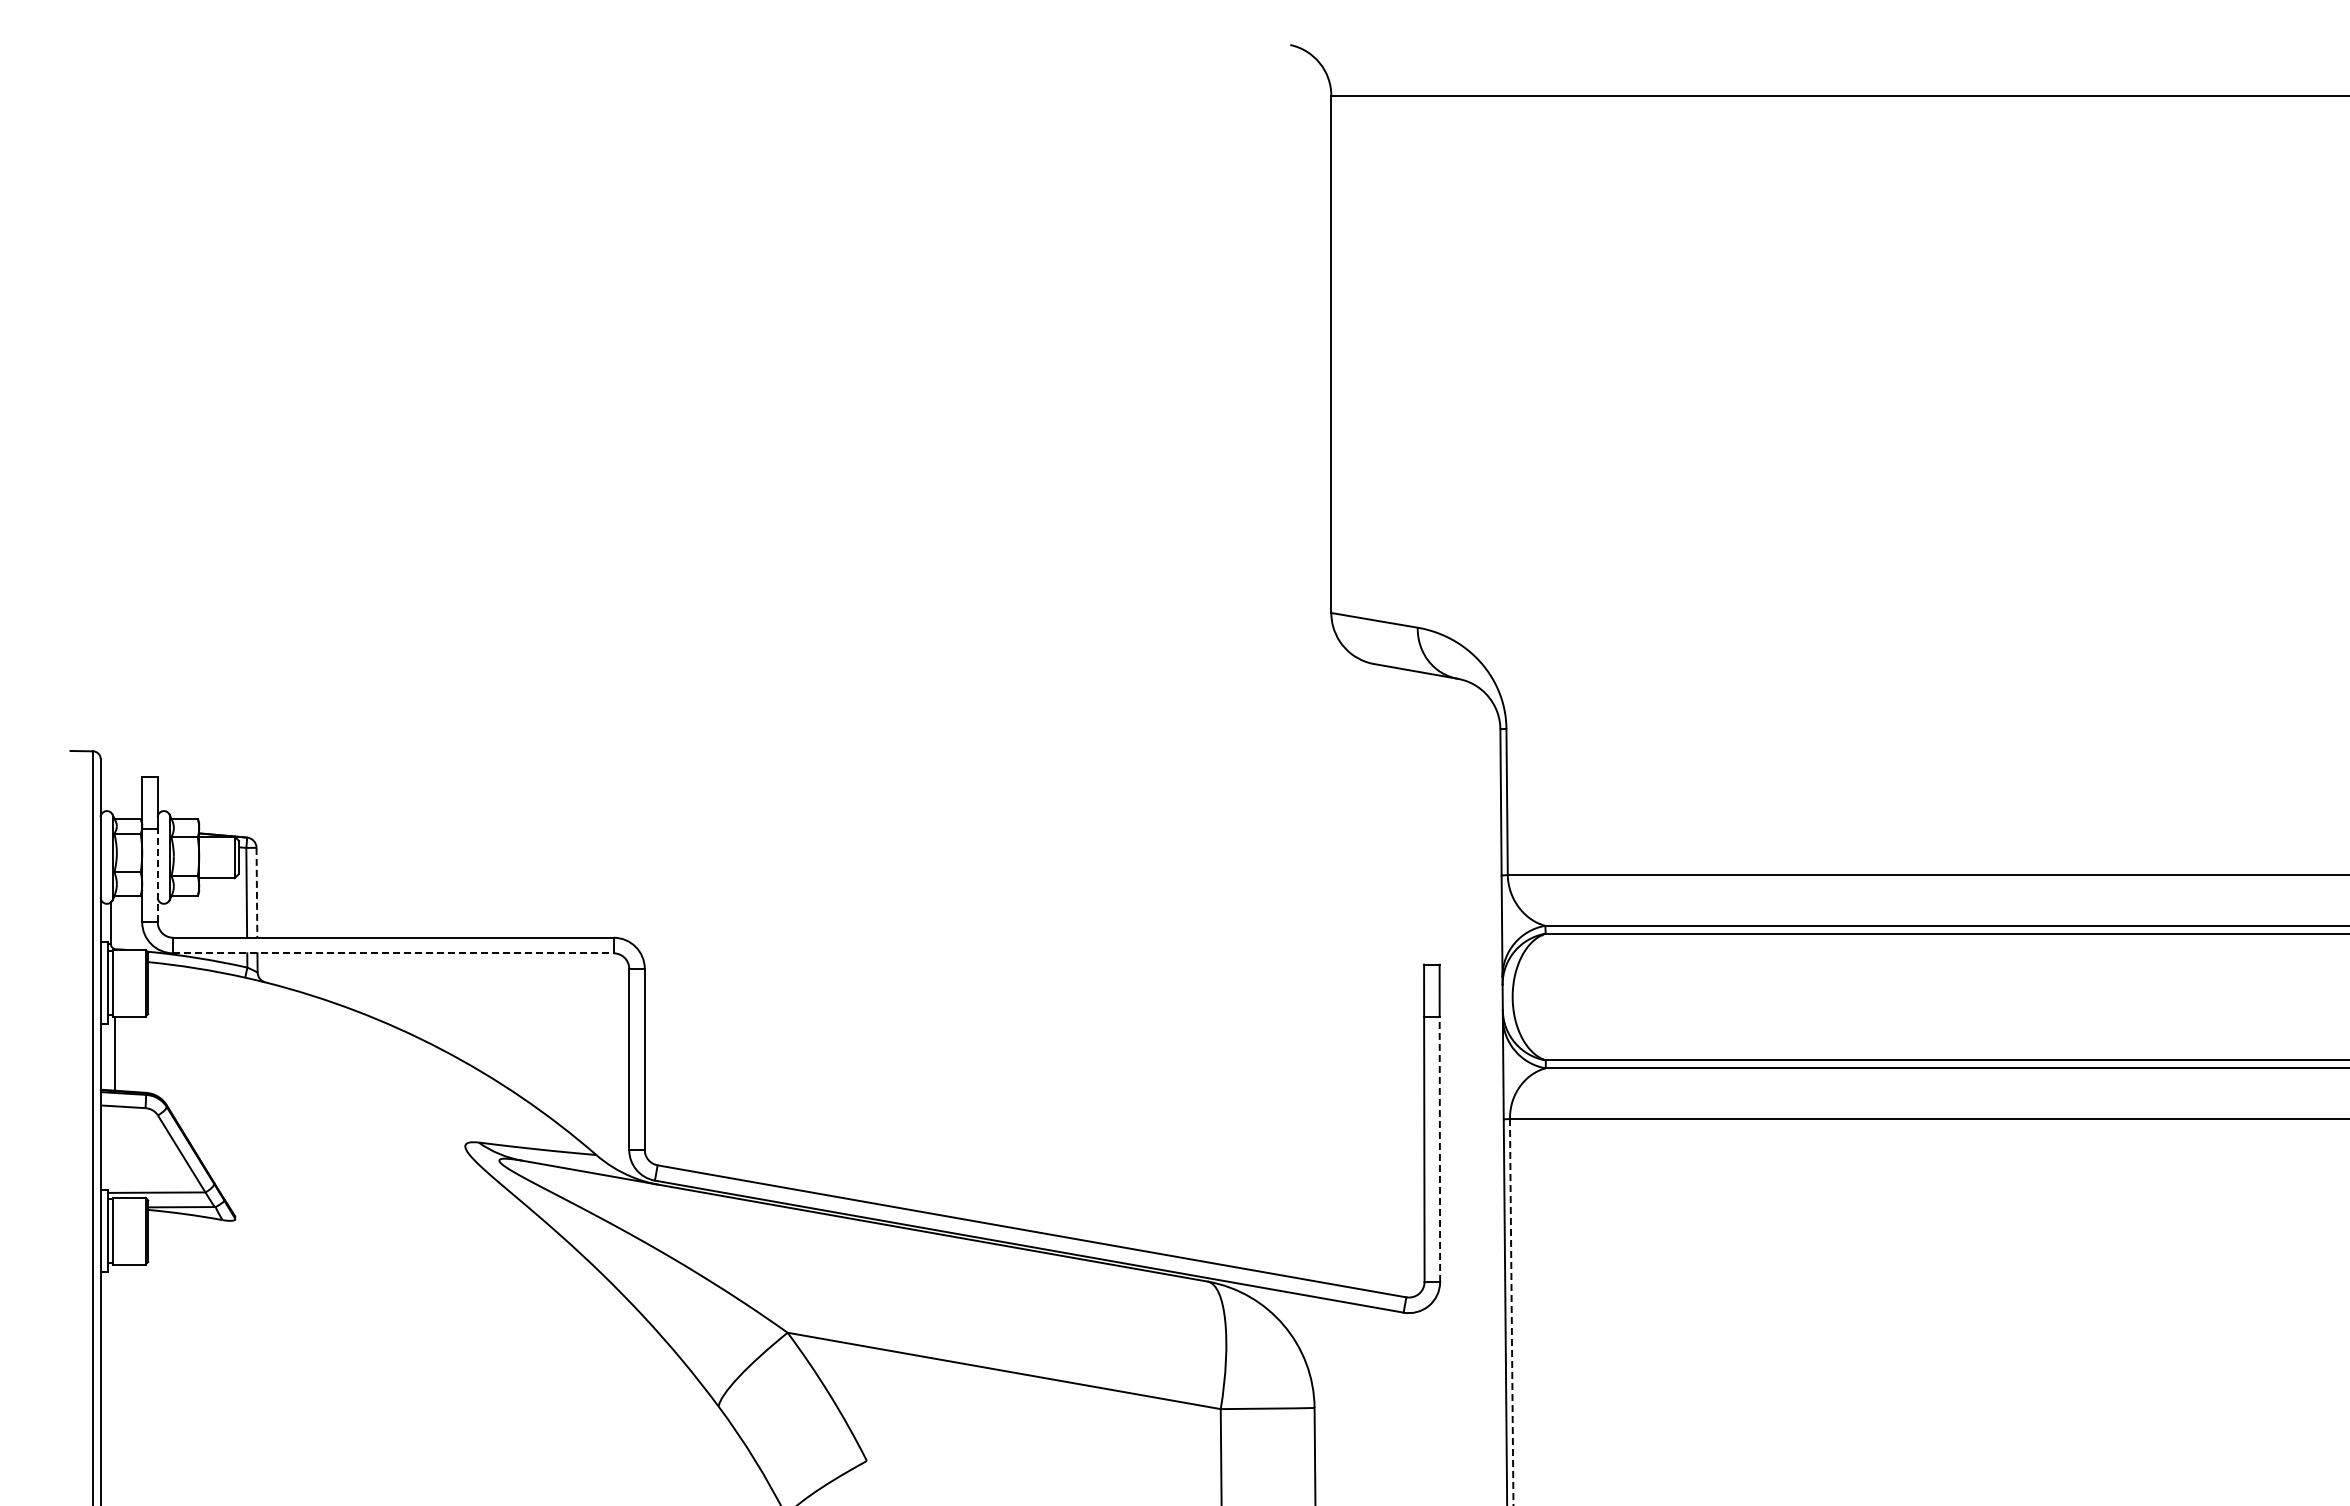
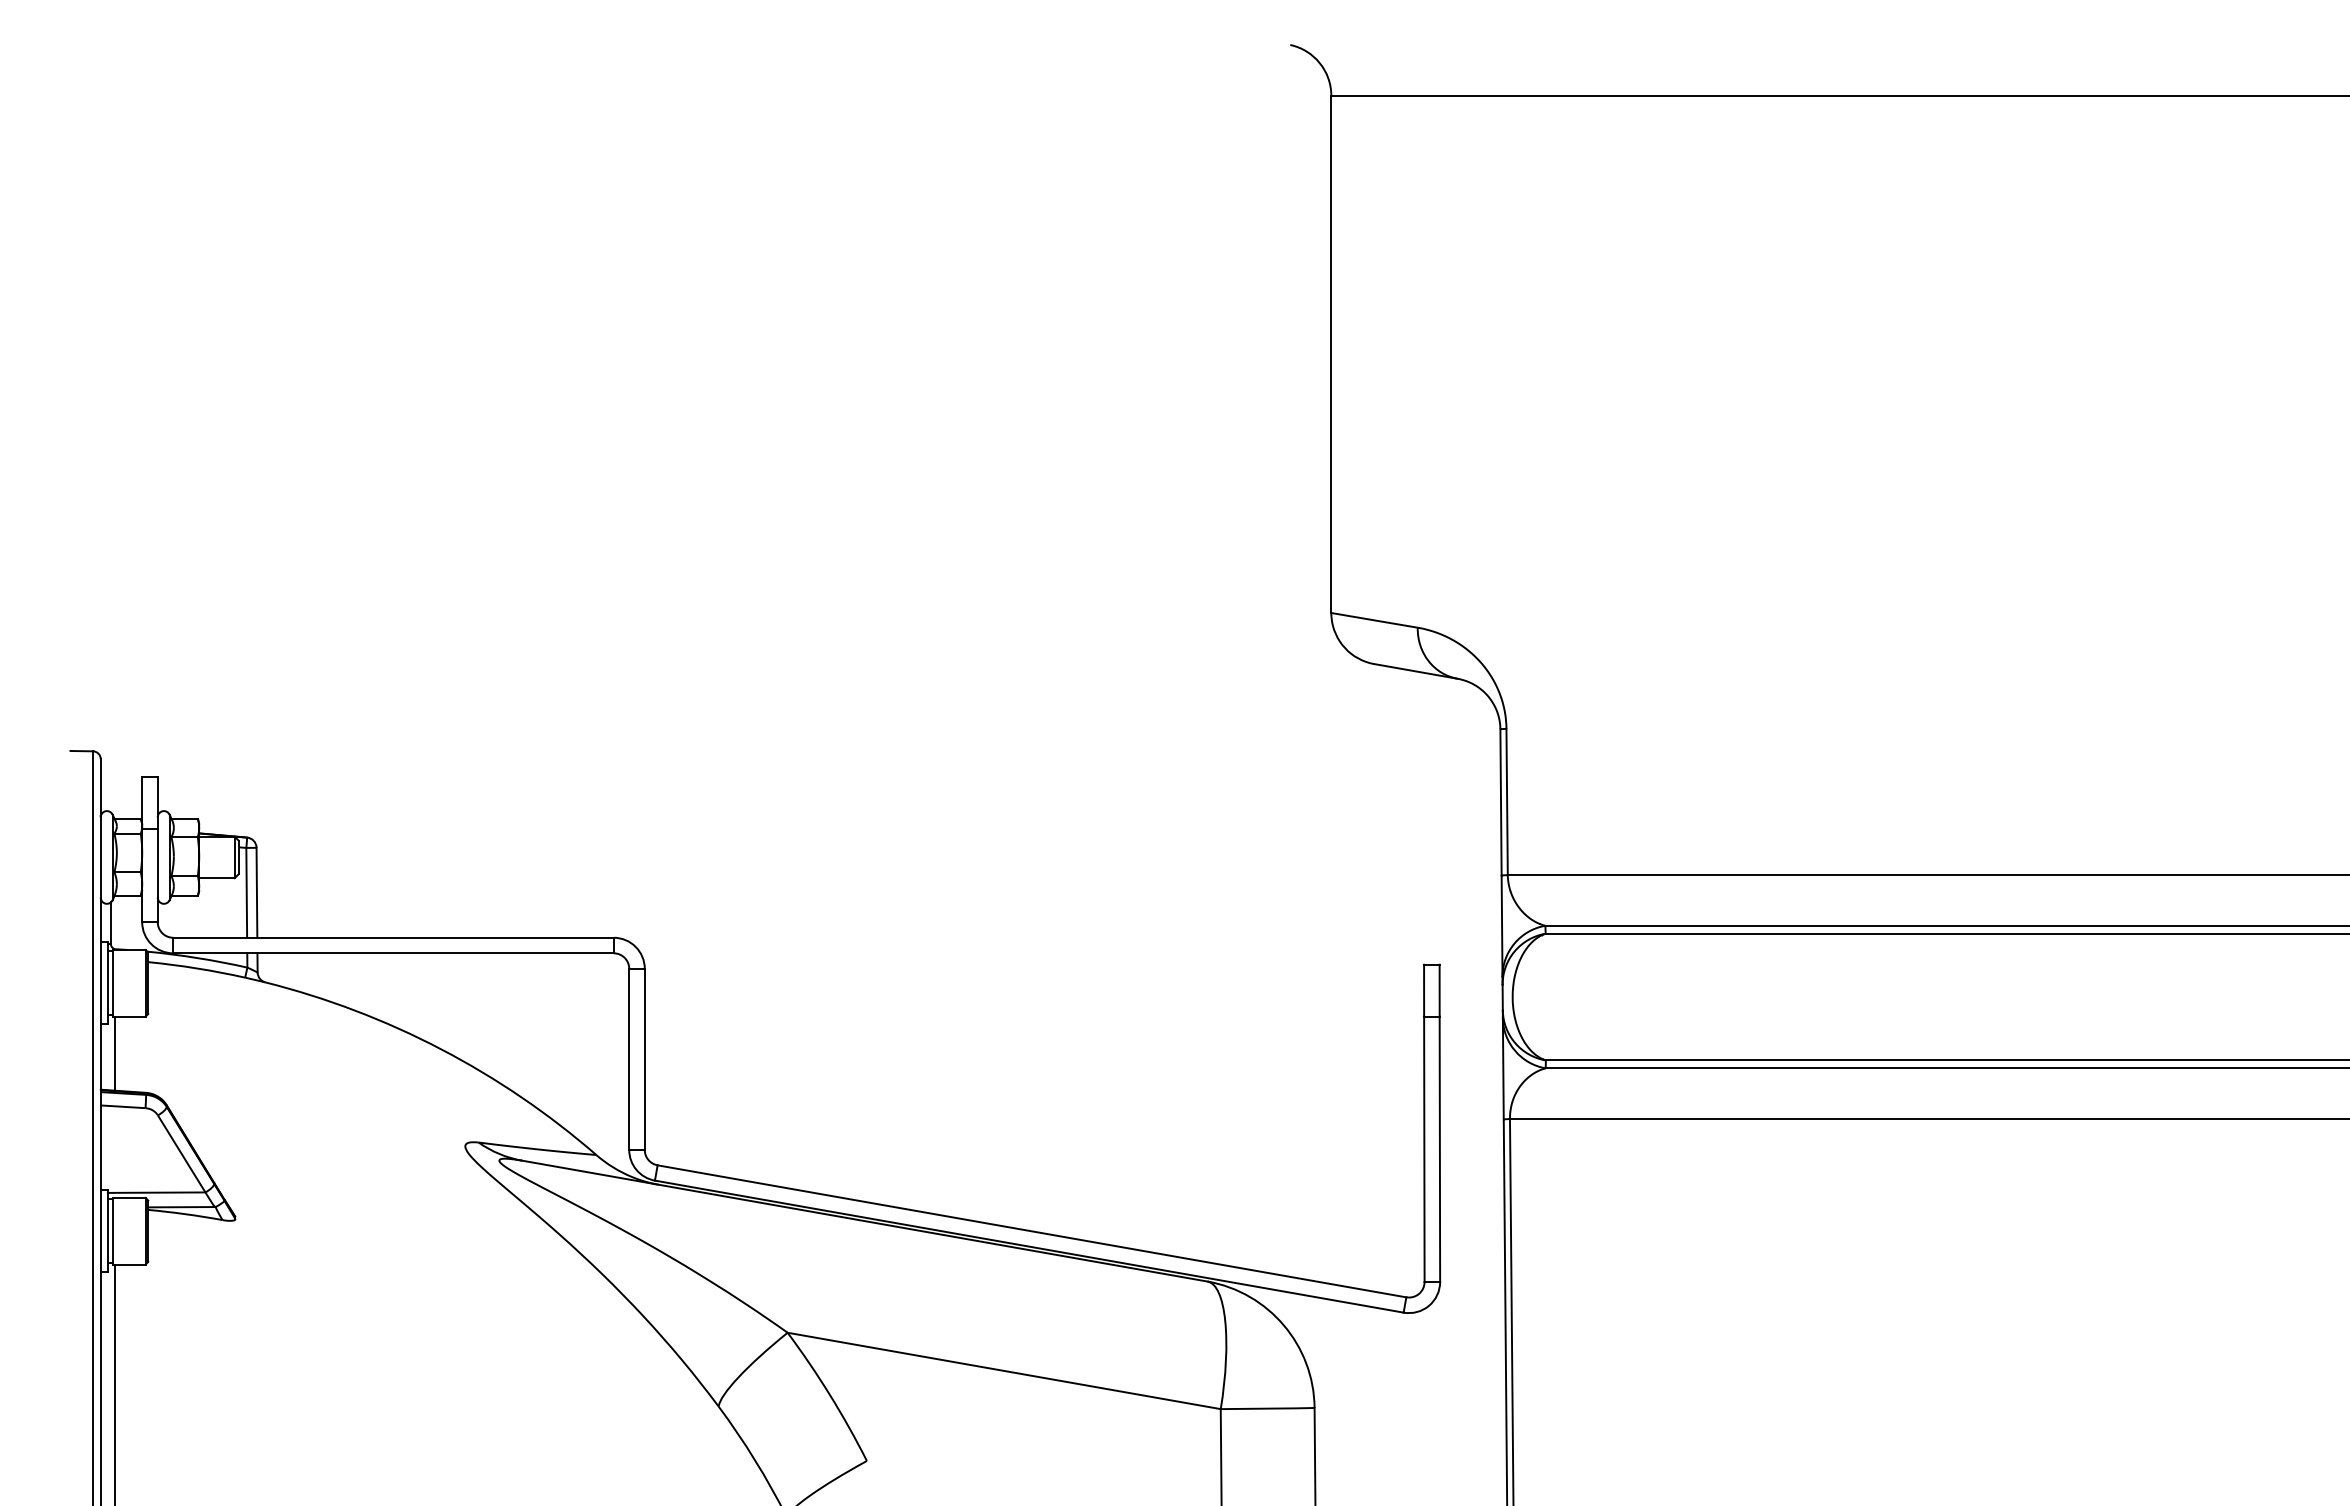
line at (157, 875): dashed -> solid
line at (256, 892): dashed -> solid
line at (394, 953): dashed -> solid
line at (1439, 1149): dashed -> solid
line at (1511, 1312): dashed -> solid
line at (115, 1383): none -> present
